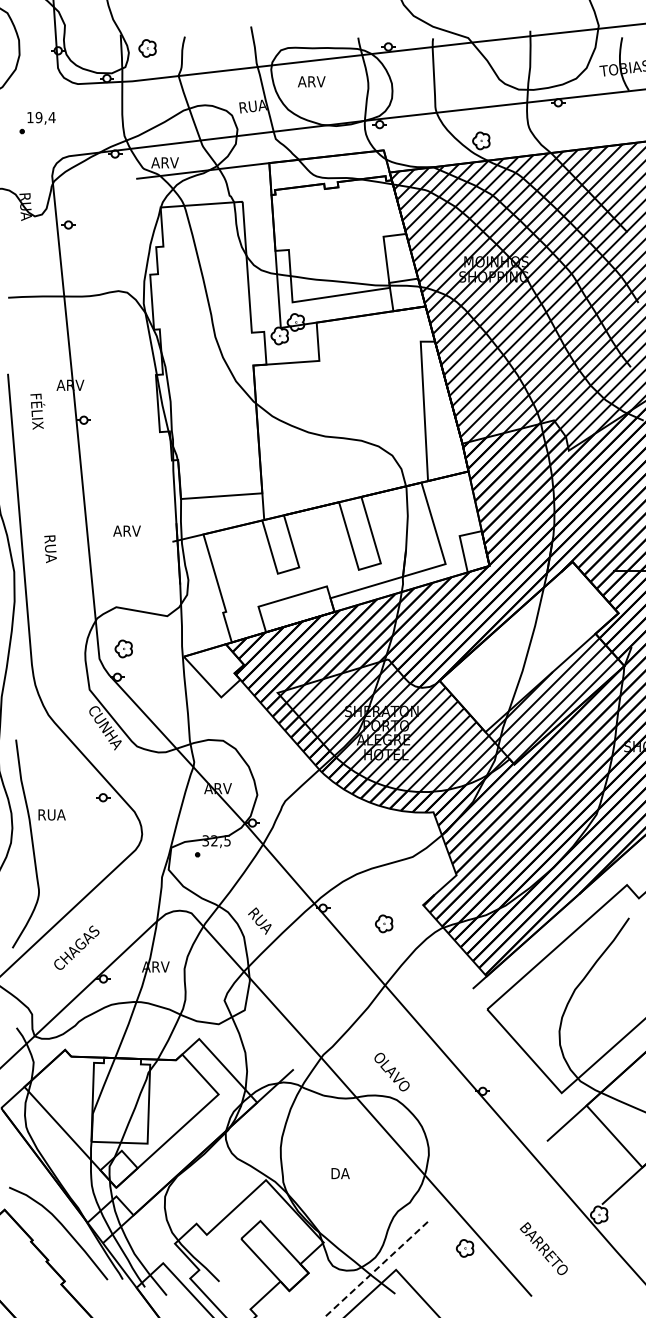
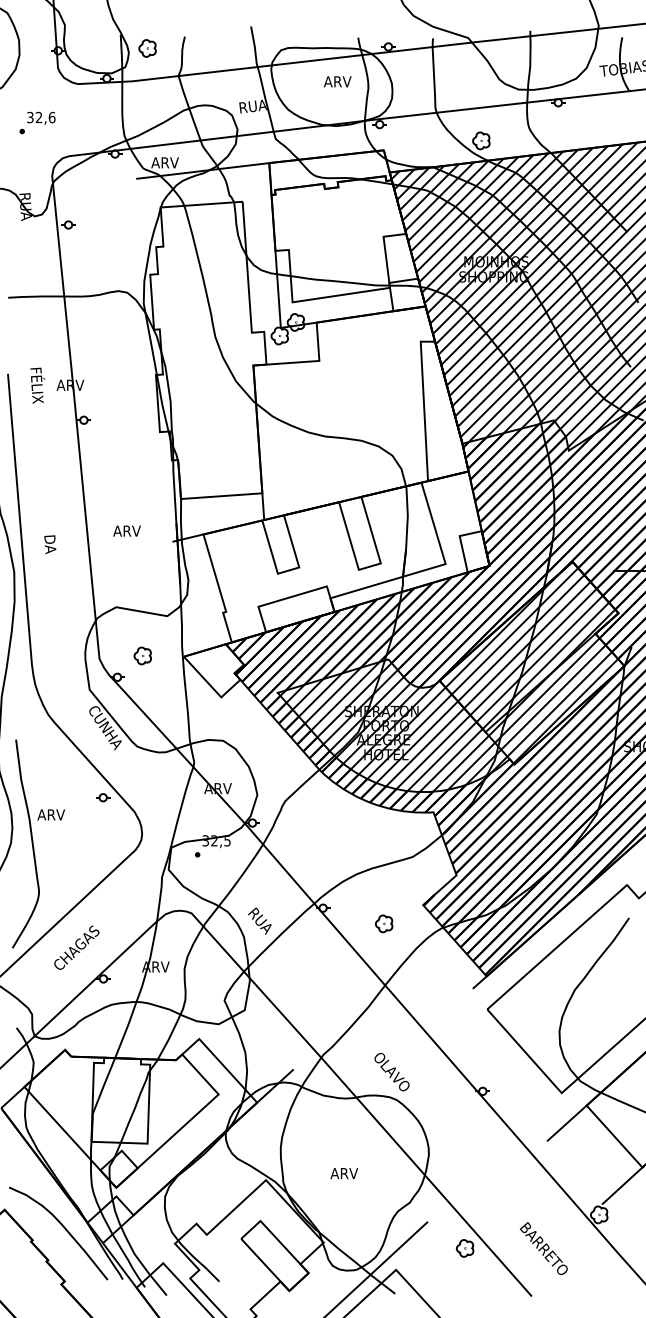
text at (311, 81) position: (311, 81) -> (337, 81)
text at (41, 117): 19,4 -> 32,6
text at (37, 411) position: (37, 411) -> (37, 385)
text at (50, 550): RUA -> DA
part at (123, 648) position: (123, 648) -> (142, 655)
hatch at (530, 648): none -> present
text at (51, 814): RUA -> ARV
text at (344, 1173): DA -> ARV
line at (375, 1269): dashed -> solid
